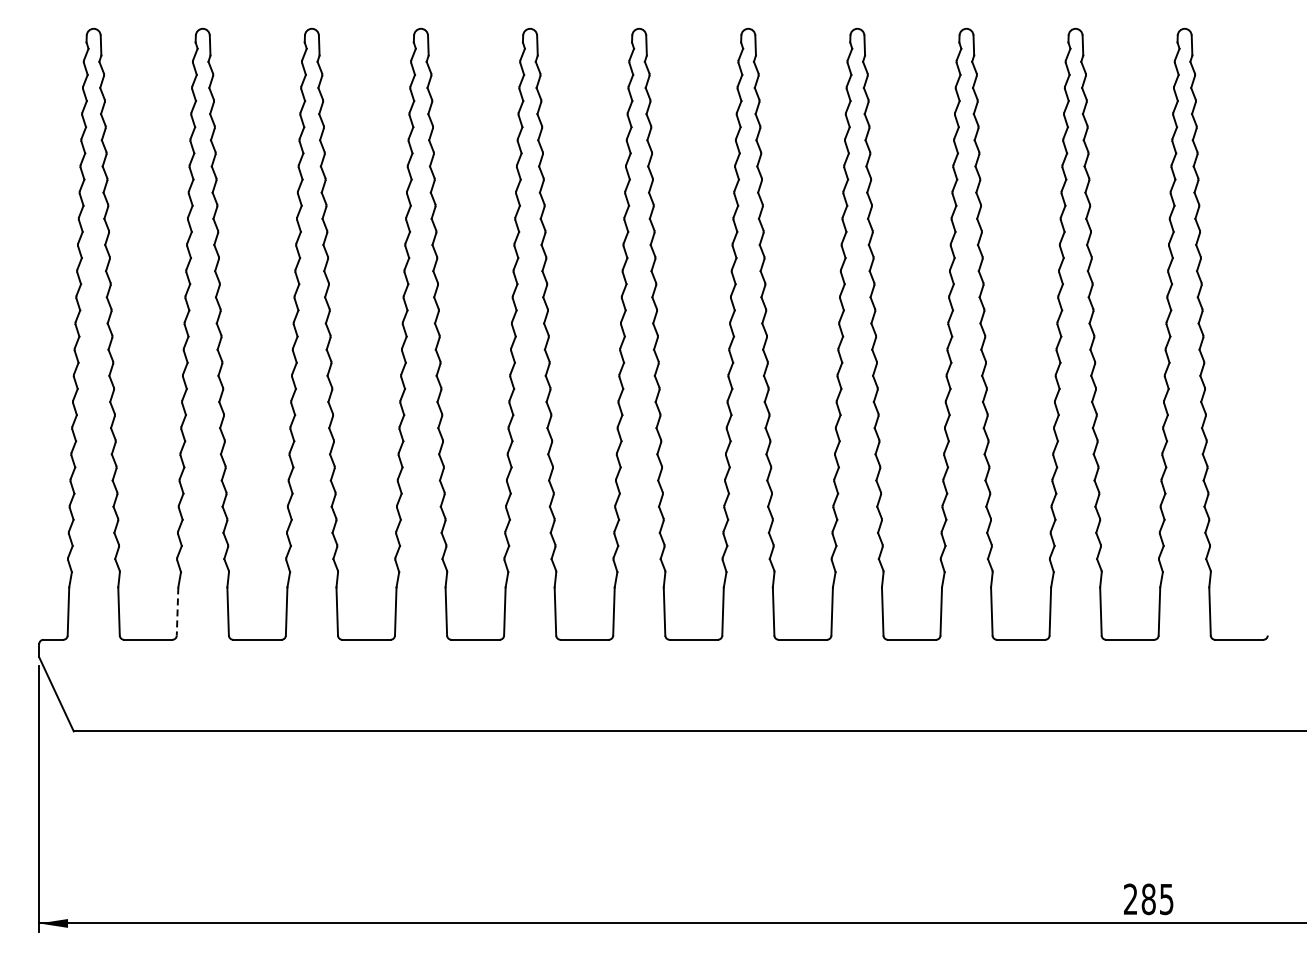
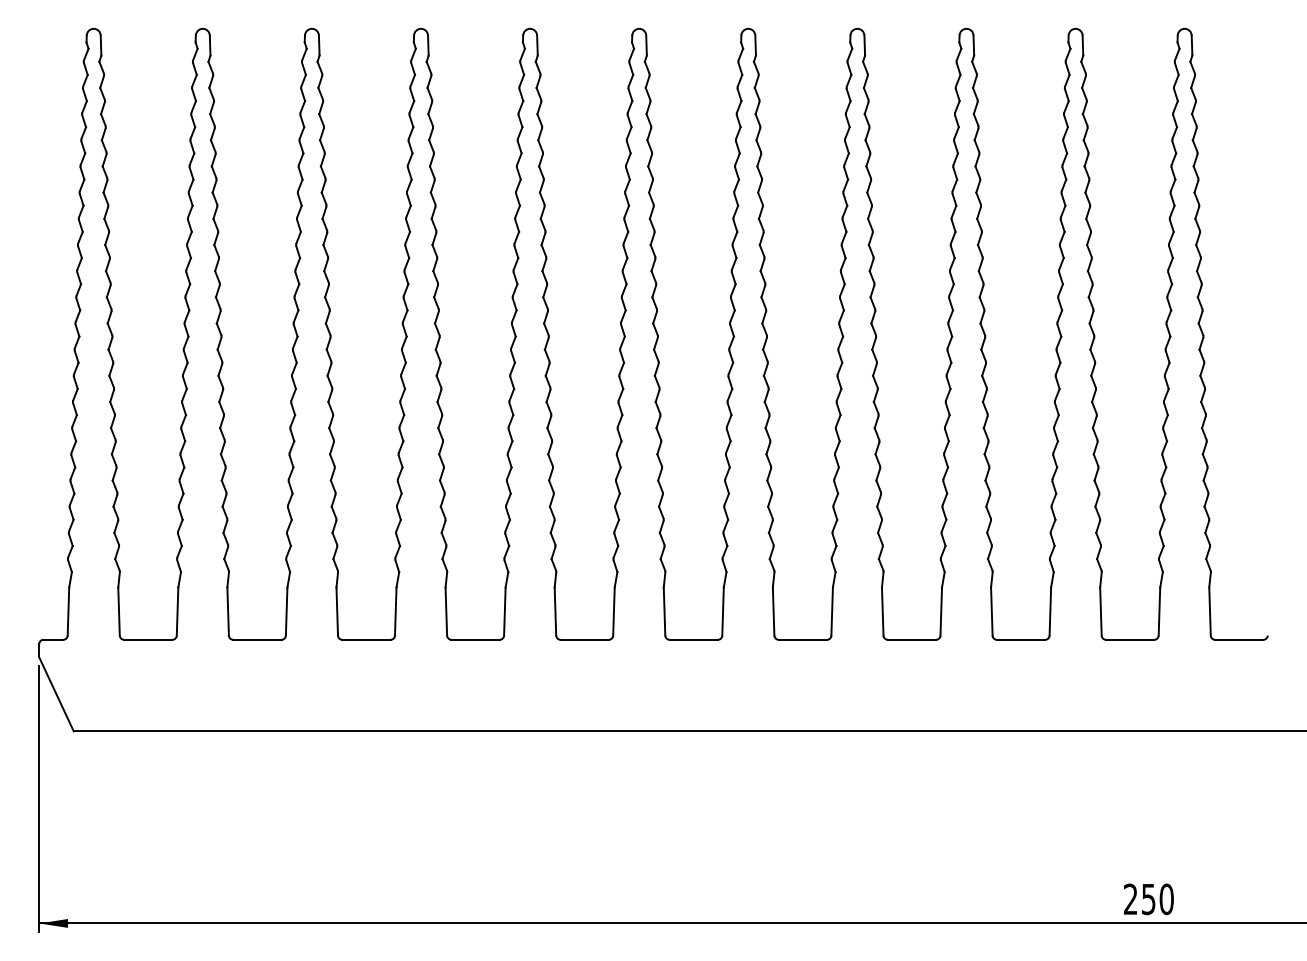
line at (177, 612): dashed -> solid
text at (1157, 899): 285 -> 250
